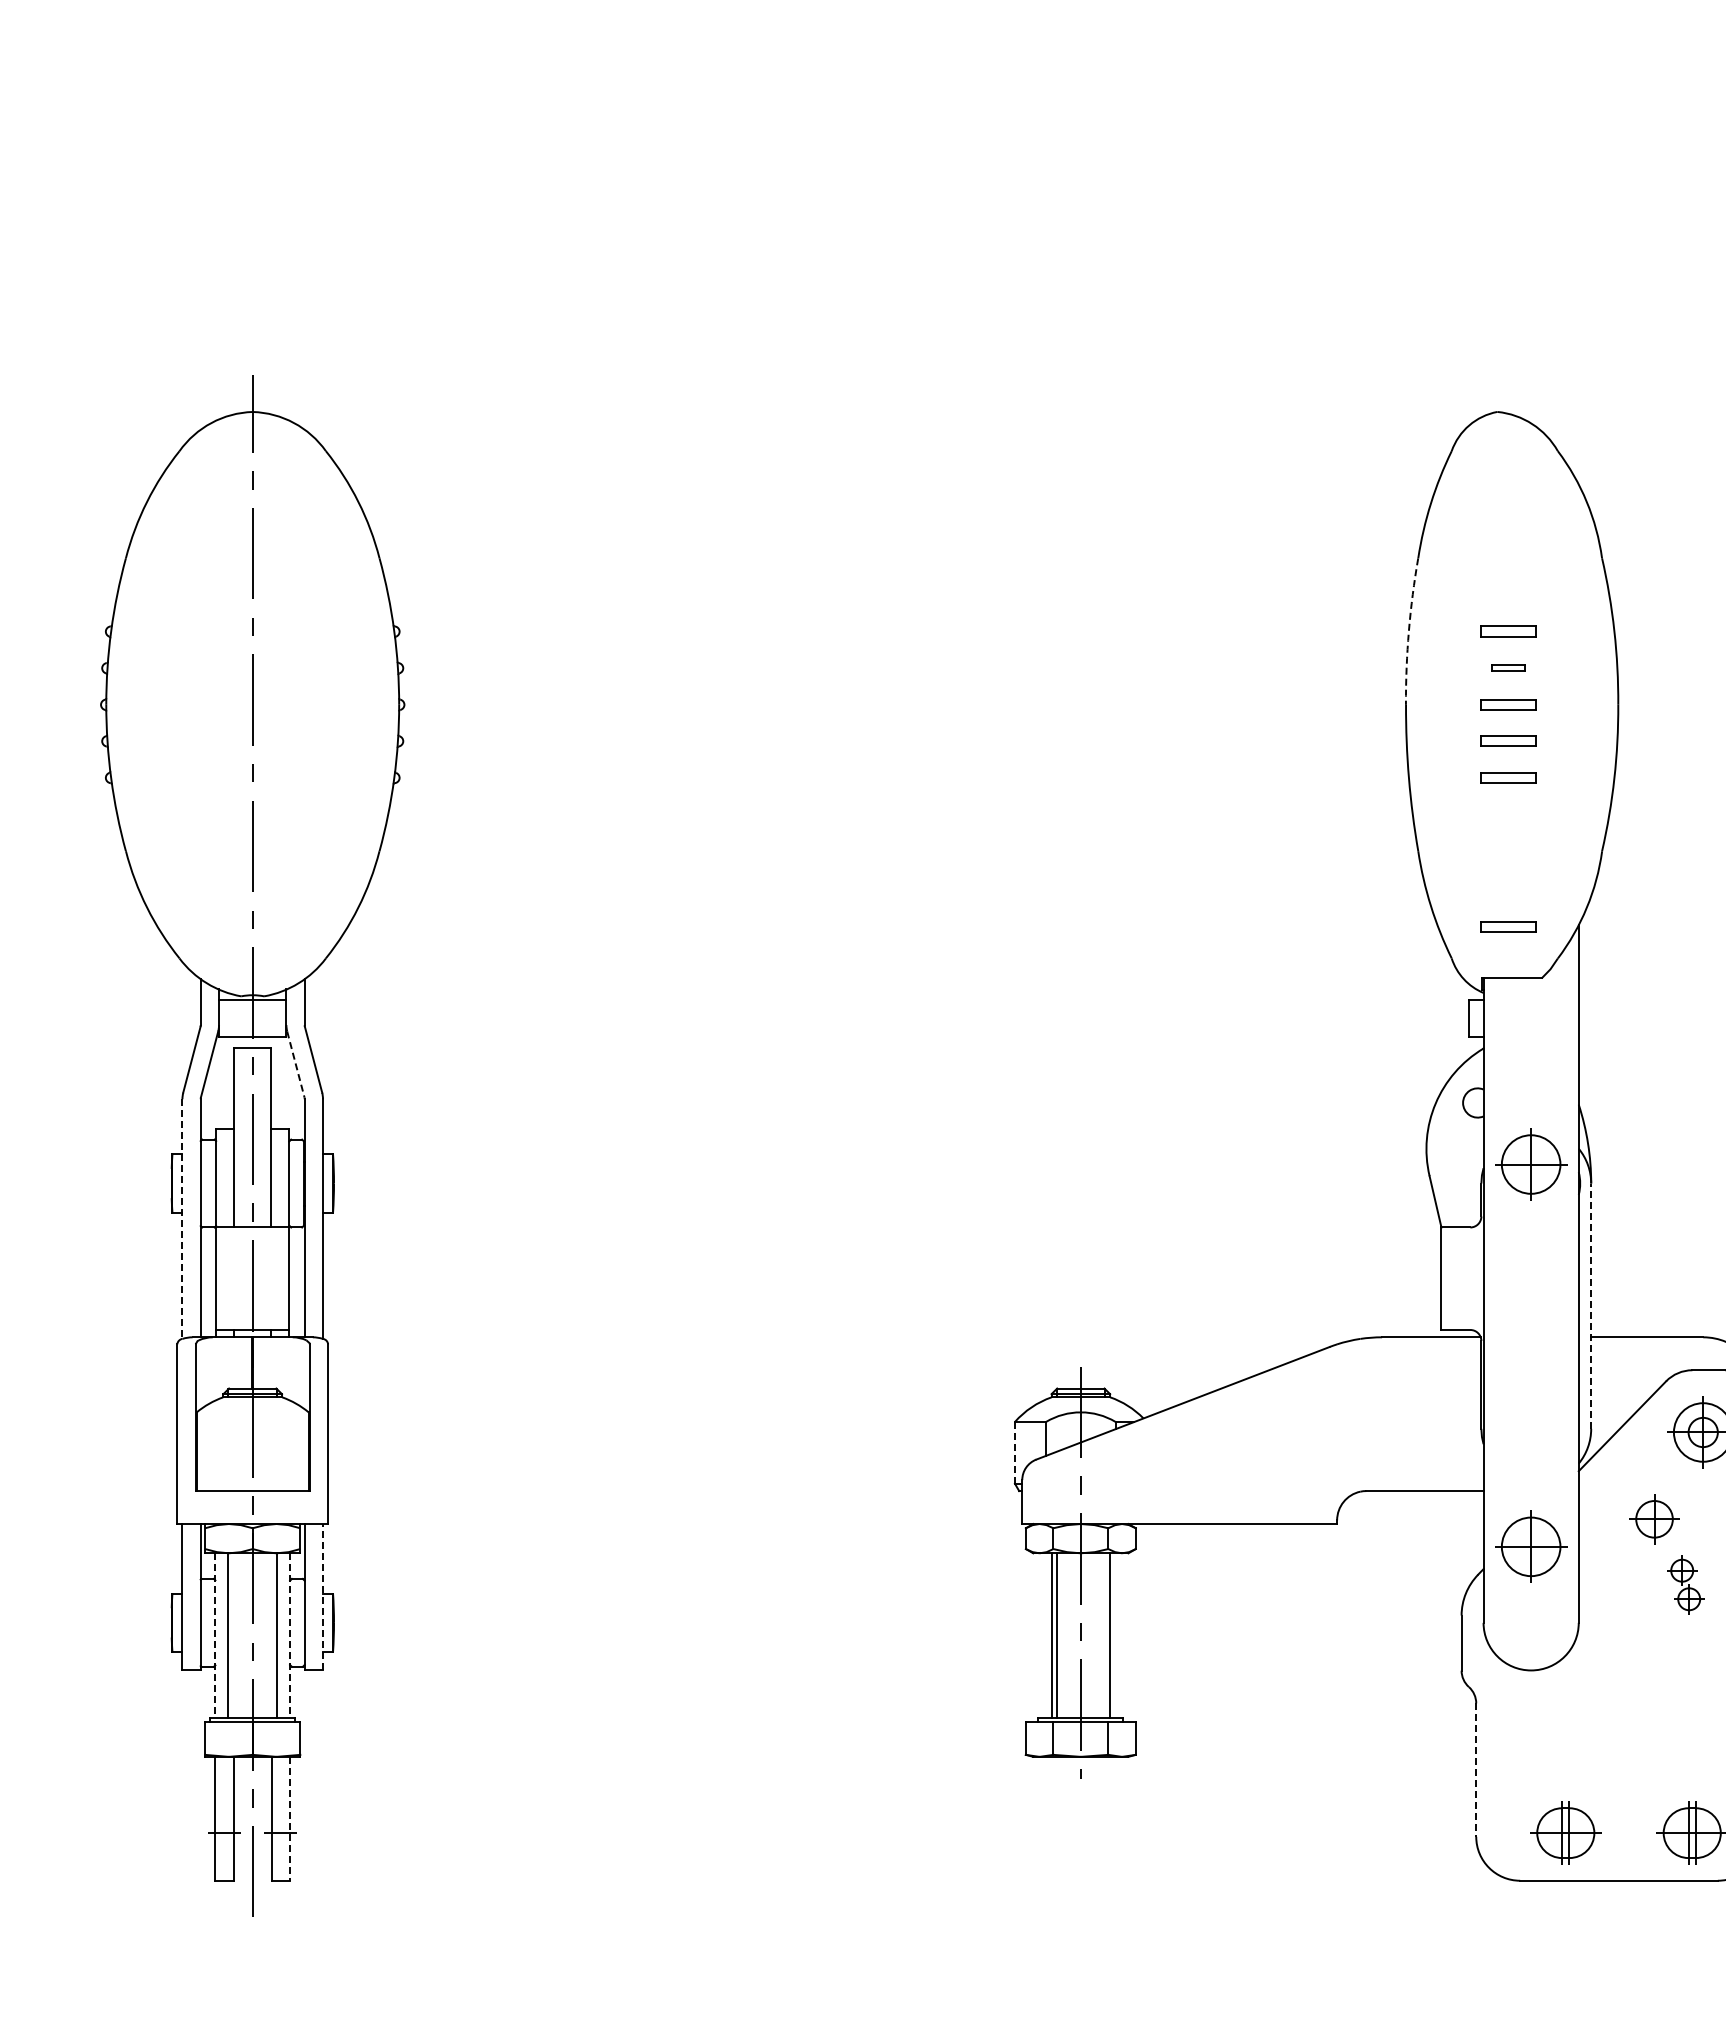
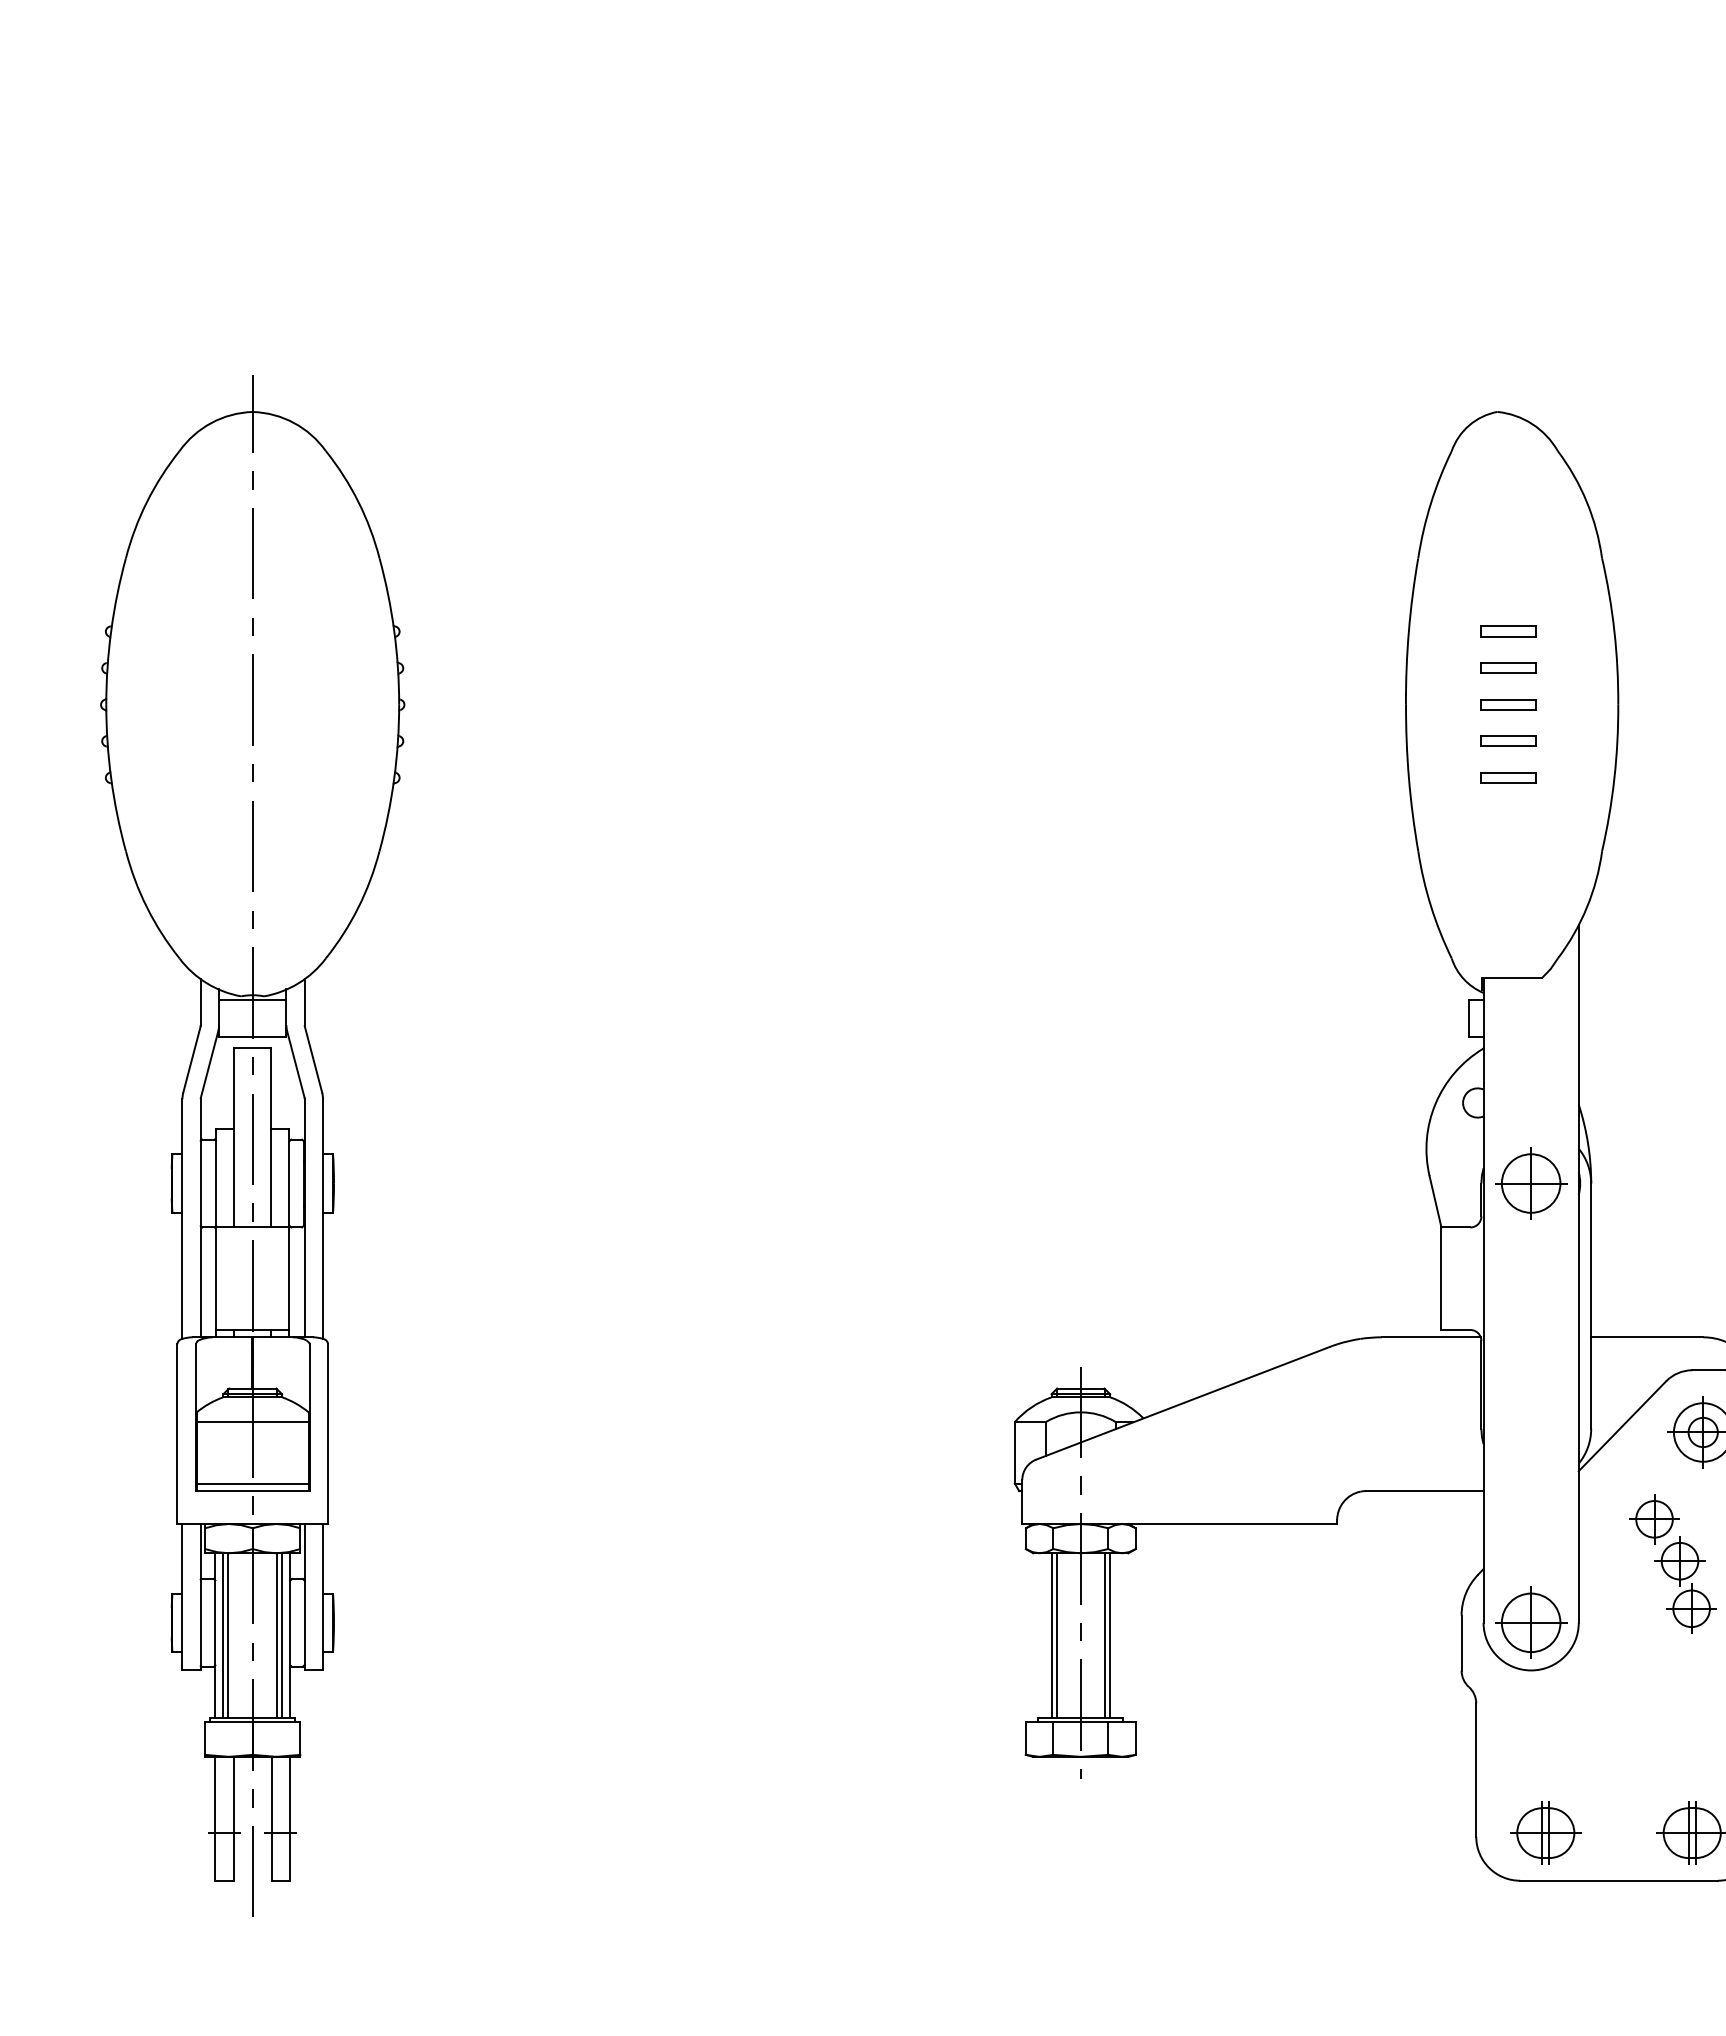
arc at (1408, 631): dashed -> solid
part at (1508, 667) size: 35x8 px -> 57x12 px
part at (1508, 926): present -> none
line at (295, 1064): dashed -> solid
part at (1531, 1164) position: (1531, 1164) -> (1531, 1183)
line at (182, 1219): dashed -> solid
line at (1591, 1306): dashed -> solid
line at (252, 1421): none -> present
line at (1014, 1452): dashed -> solid
line at (252, 1483): none -> present
part at (1531, 1546) position: (1531, 1546) -> (1531, 1622)
part at (1685, 1584) size: 38x60 px -> 63x98 px
line at (323, 1596): dashed -> solid
line at (223, 1635): none -> present
line at (282, 1635): none -> present
line at (1105, 1635): none -> present
line at (215, 1636): dashed -> solid
line at (290, 1636): dashed -> solid
line at (1476, 1770): dashed -> solid
line at (290, 1818): dashed -> solid
part at (1565, 1832) position: (1565, 1832) -> (1545, 1832)
